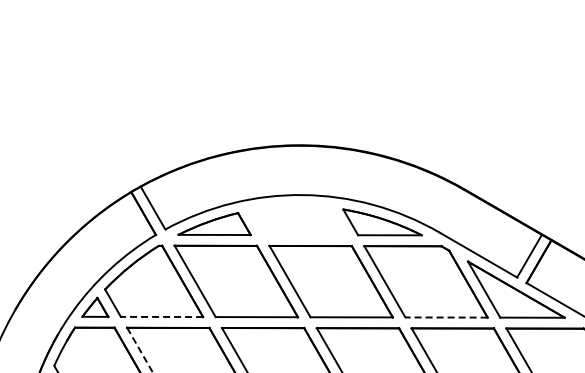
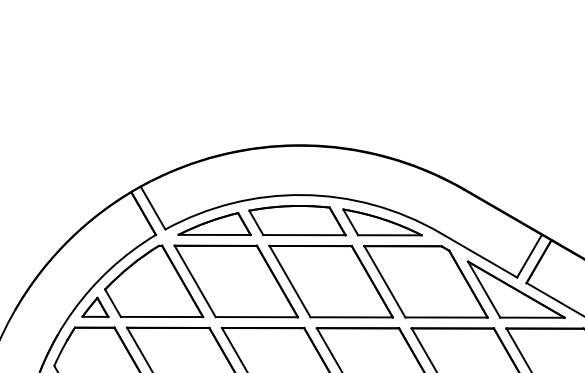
part at (297, 220): none -> present
line at (161, 316): dashed -> solid
line at (446, 317): dashed -> solid
line at (140, 350): dashed -> solid
